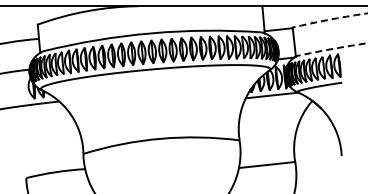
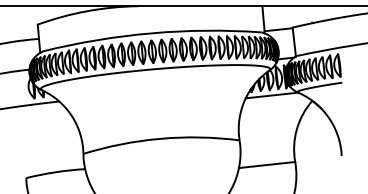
arc at (329, 19): dashed -> solid
arc at (331, 49): dashed -> solid
